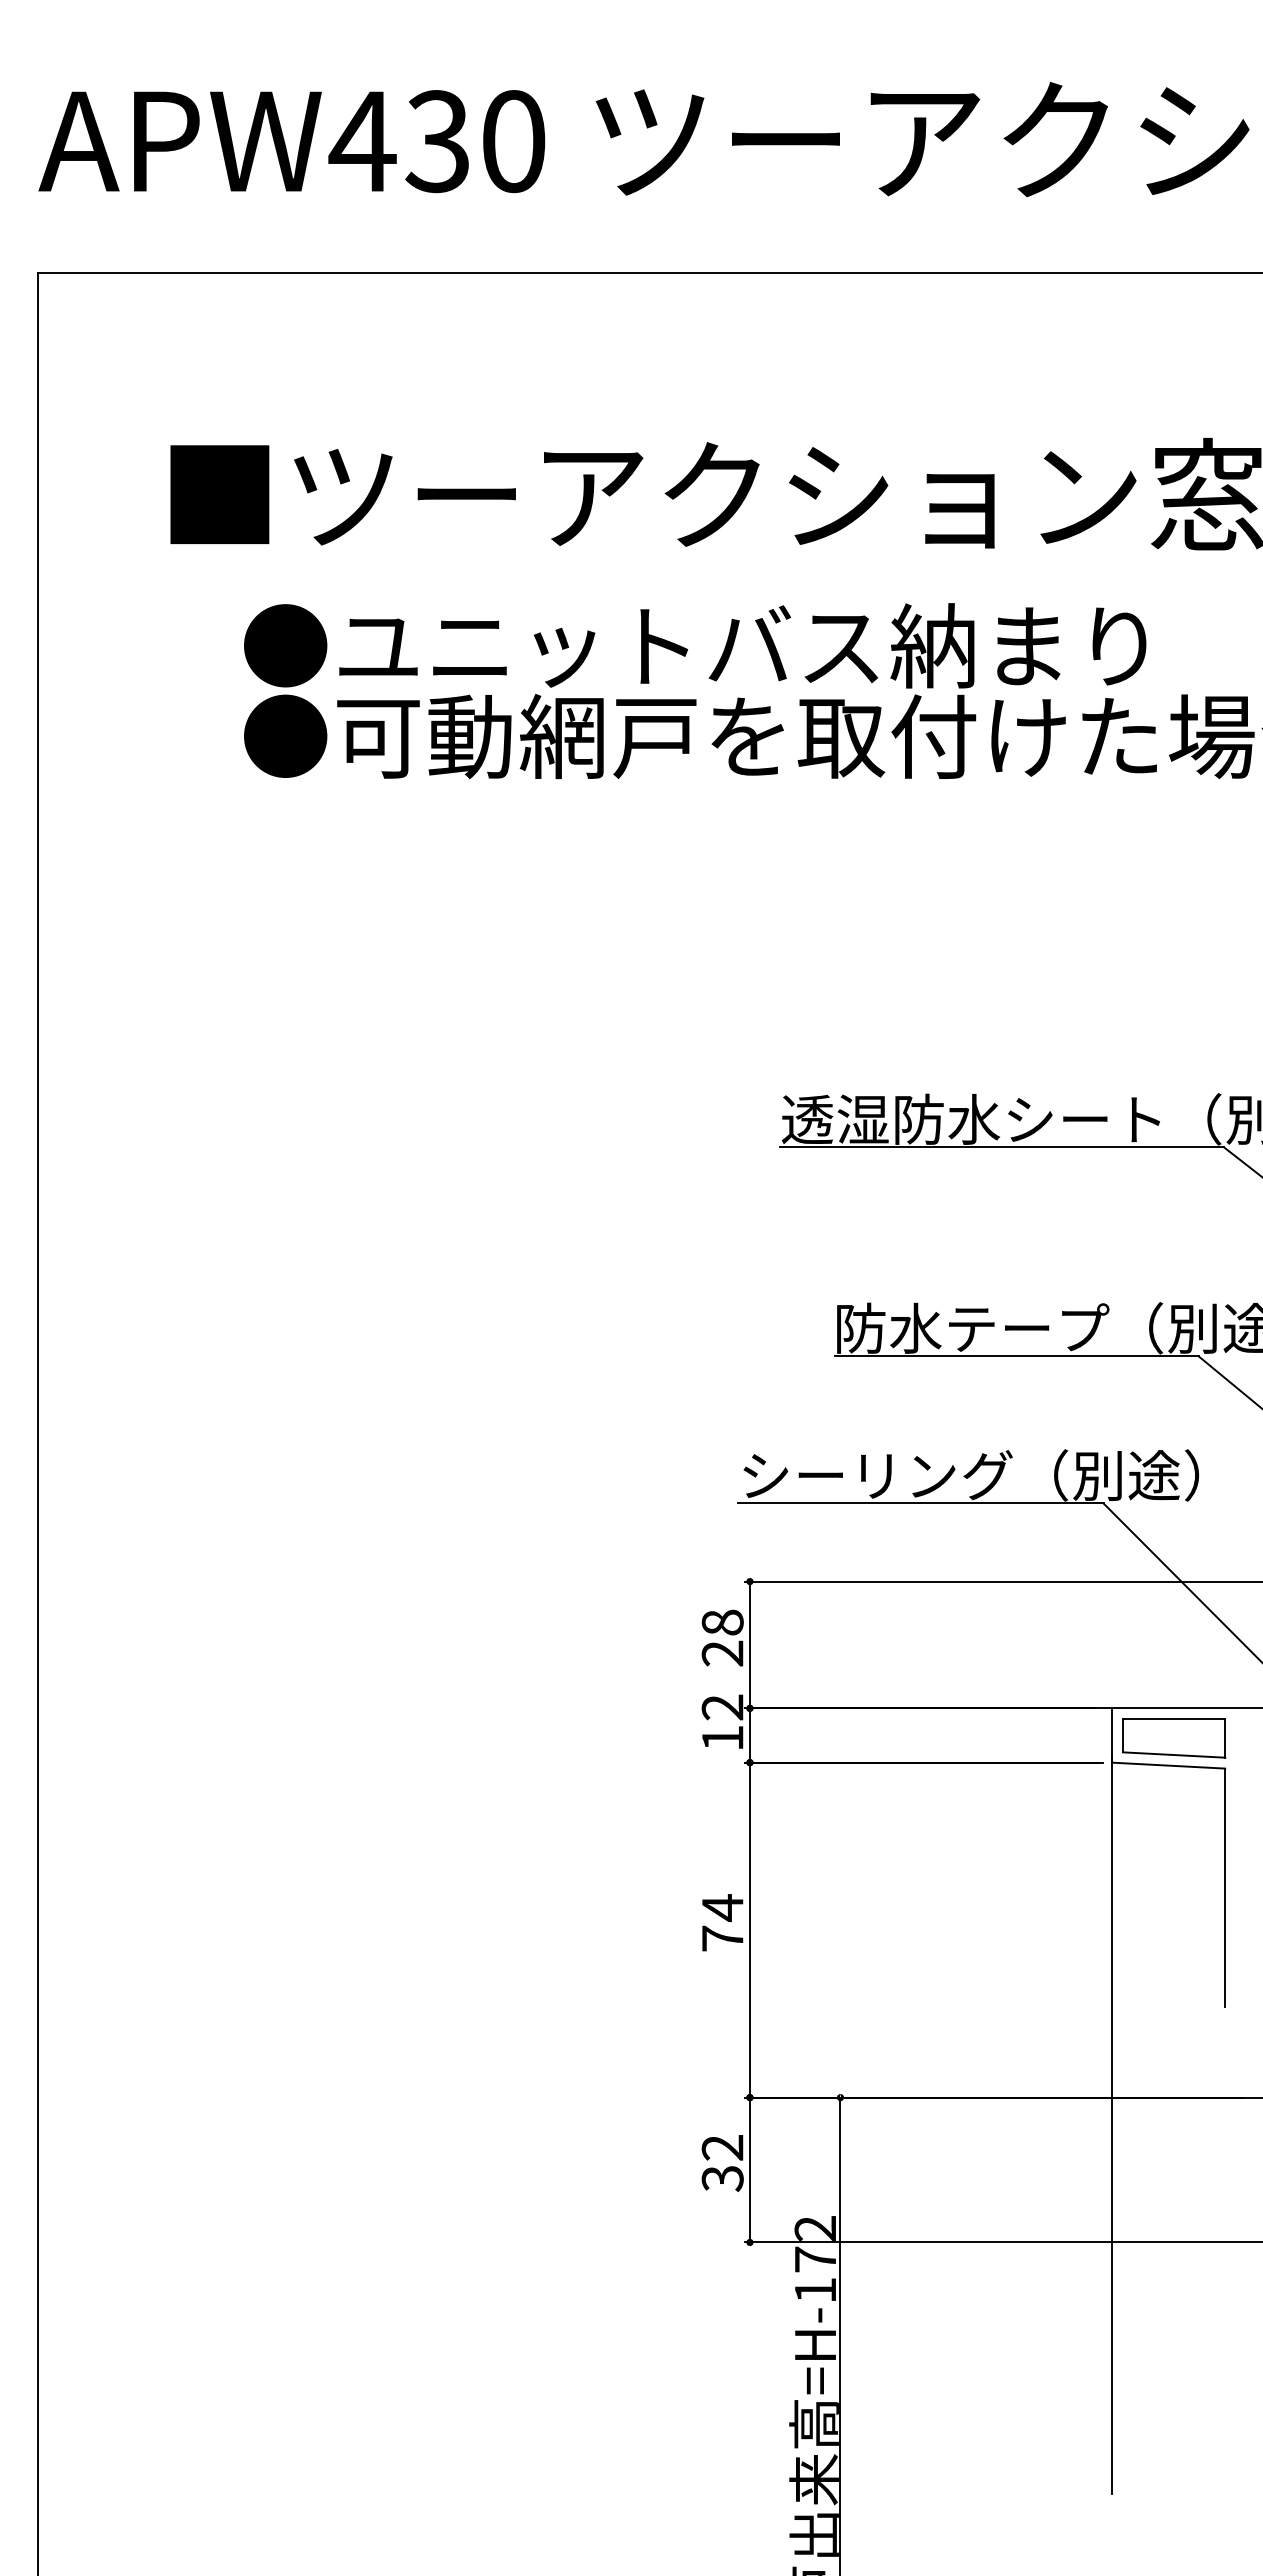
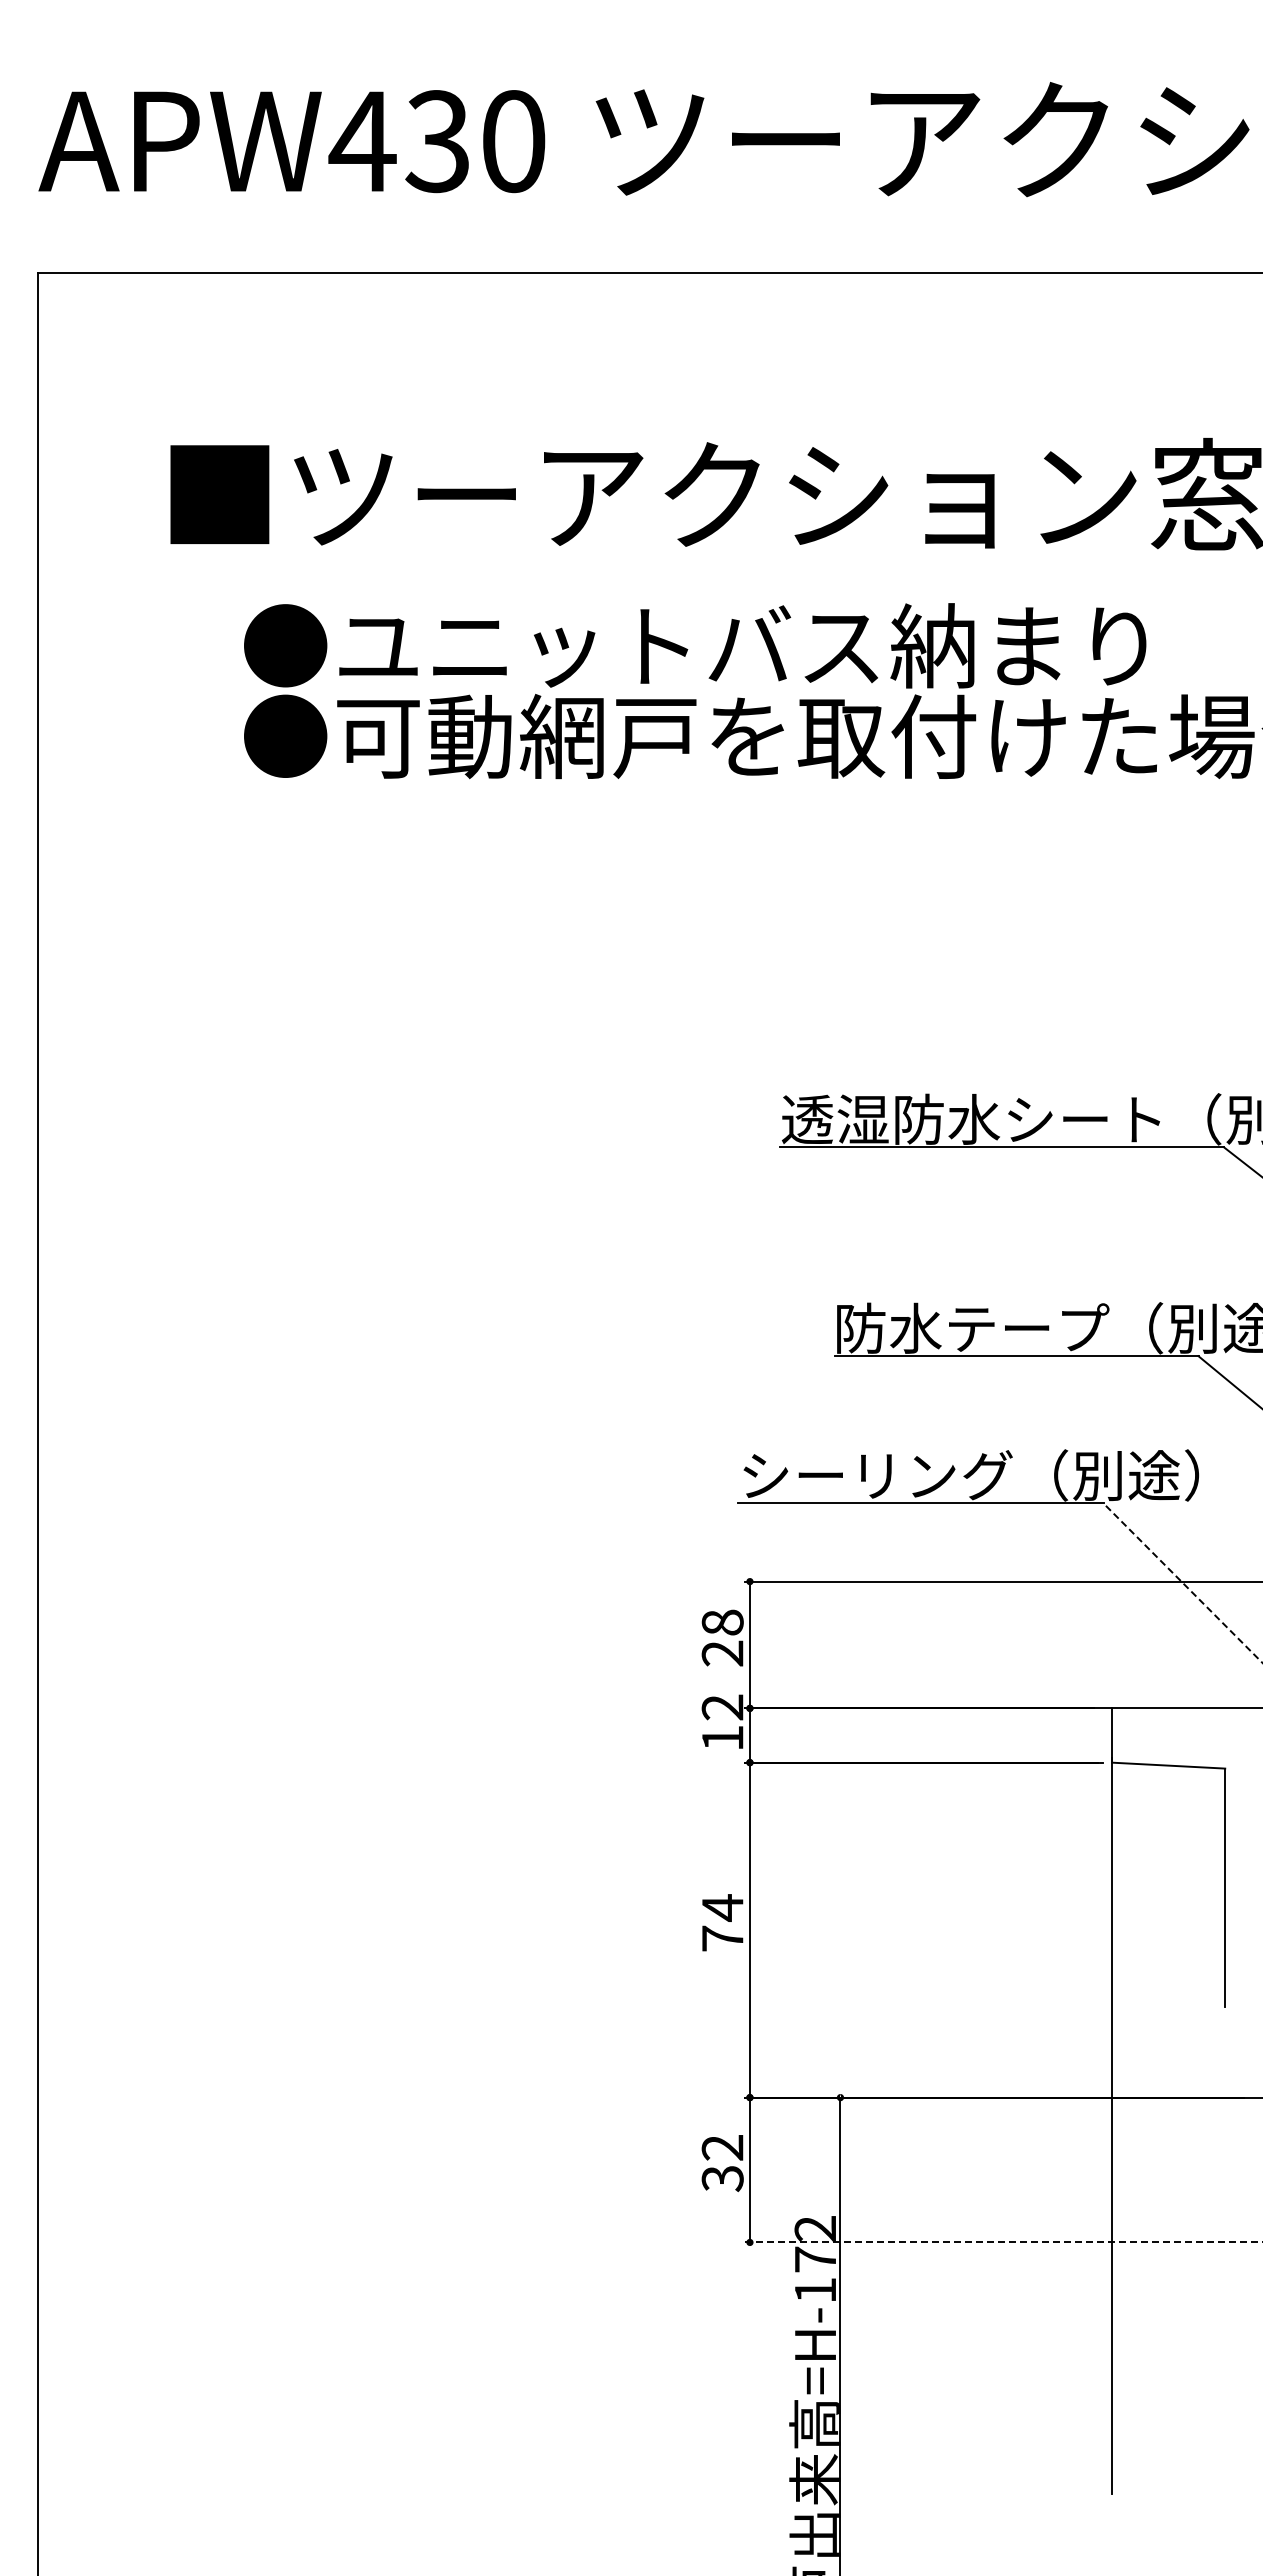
line at (1183, 1583): solid -> dashed
part at (1174, 1738): present -> none
line at (1003, 2242): solid -> dashed
